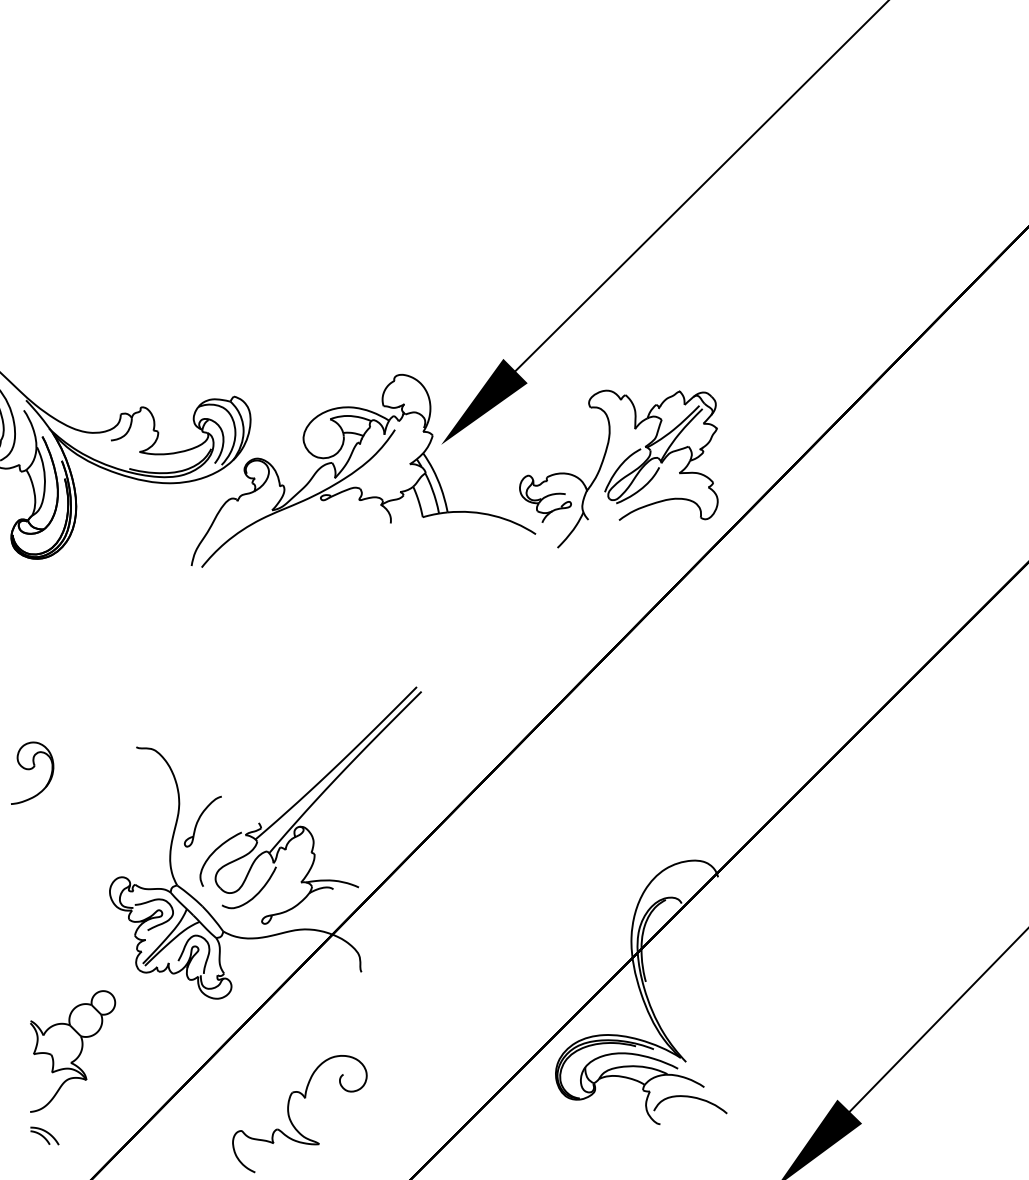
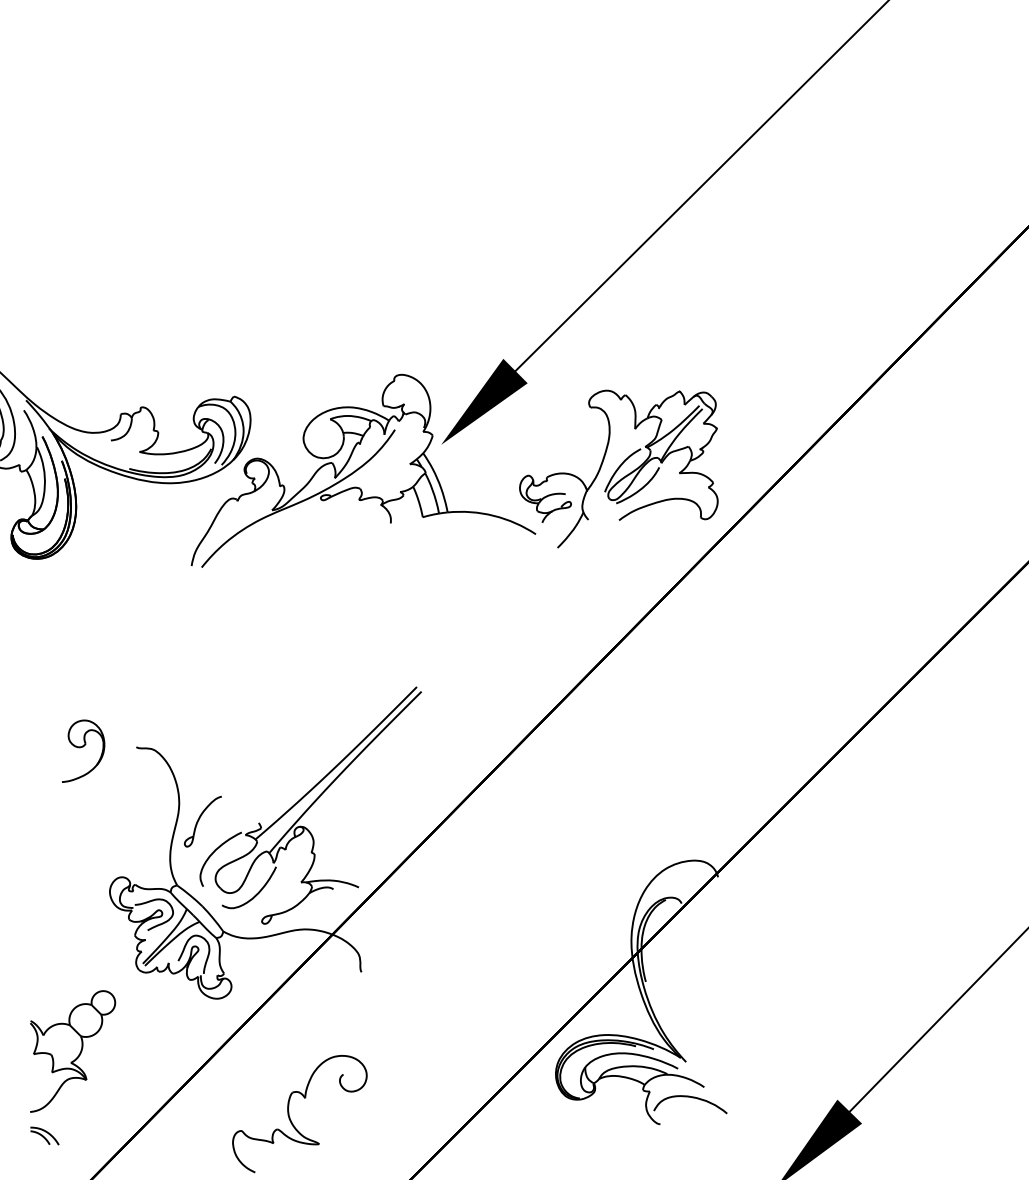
part at (32, 772) position: (32, 772) -> (83, 750)
